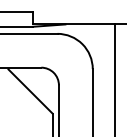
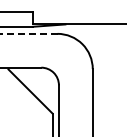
line at (28, 33): solid -> dashed
line at (115, 78): present -> none
